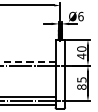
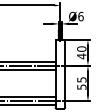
line at (27, 61): dashed -> solid
line at (28, 69): none -> present
text at (81, 86): 85 -> 55
